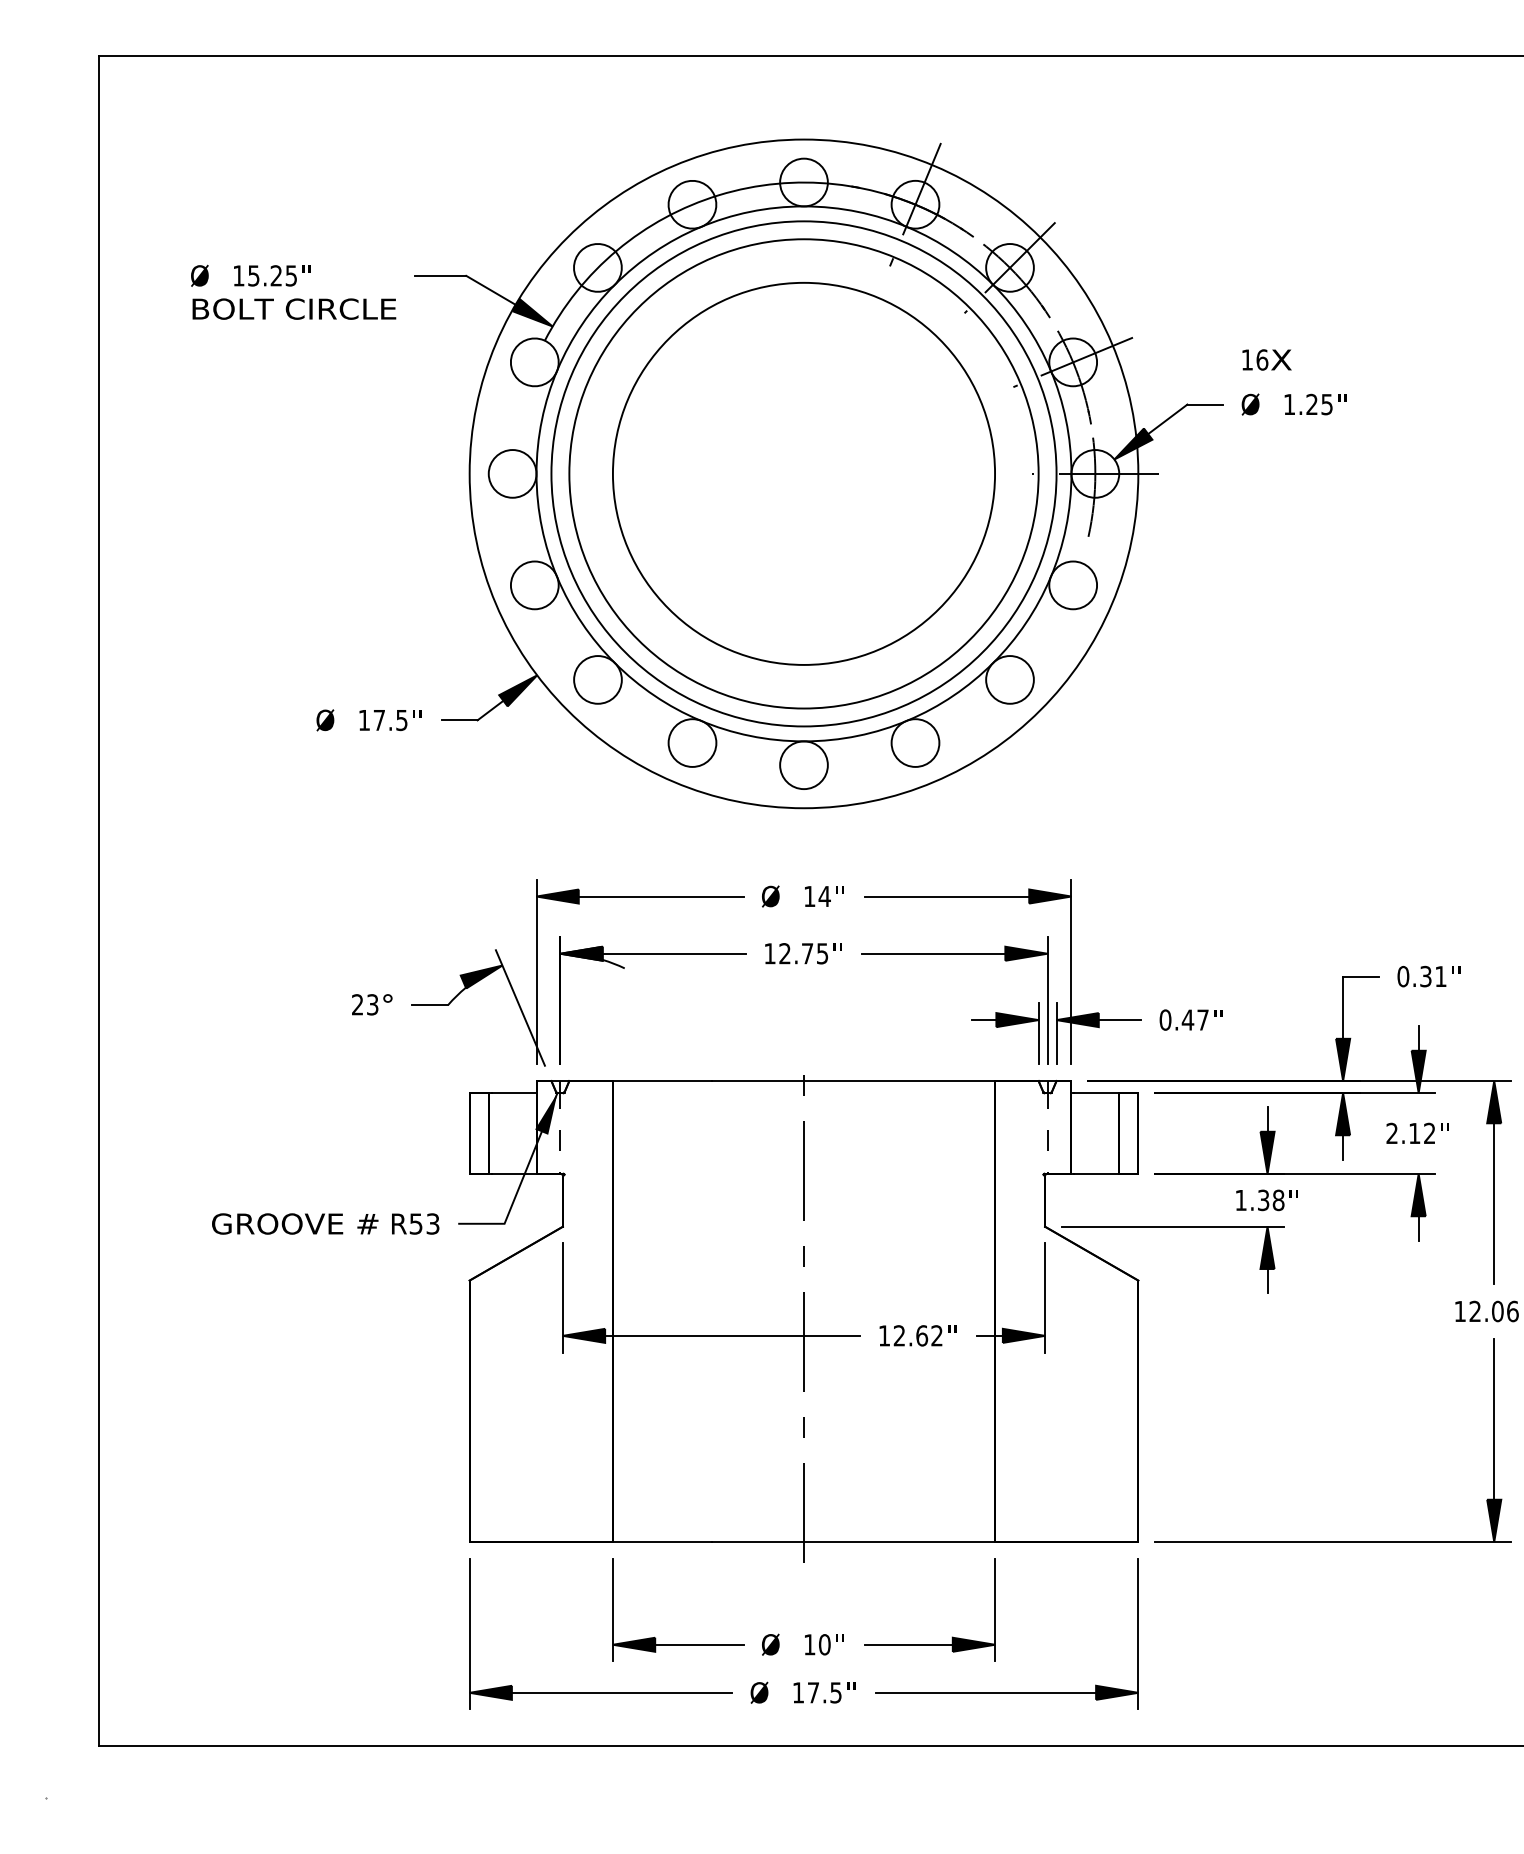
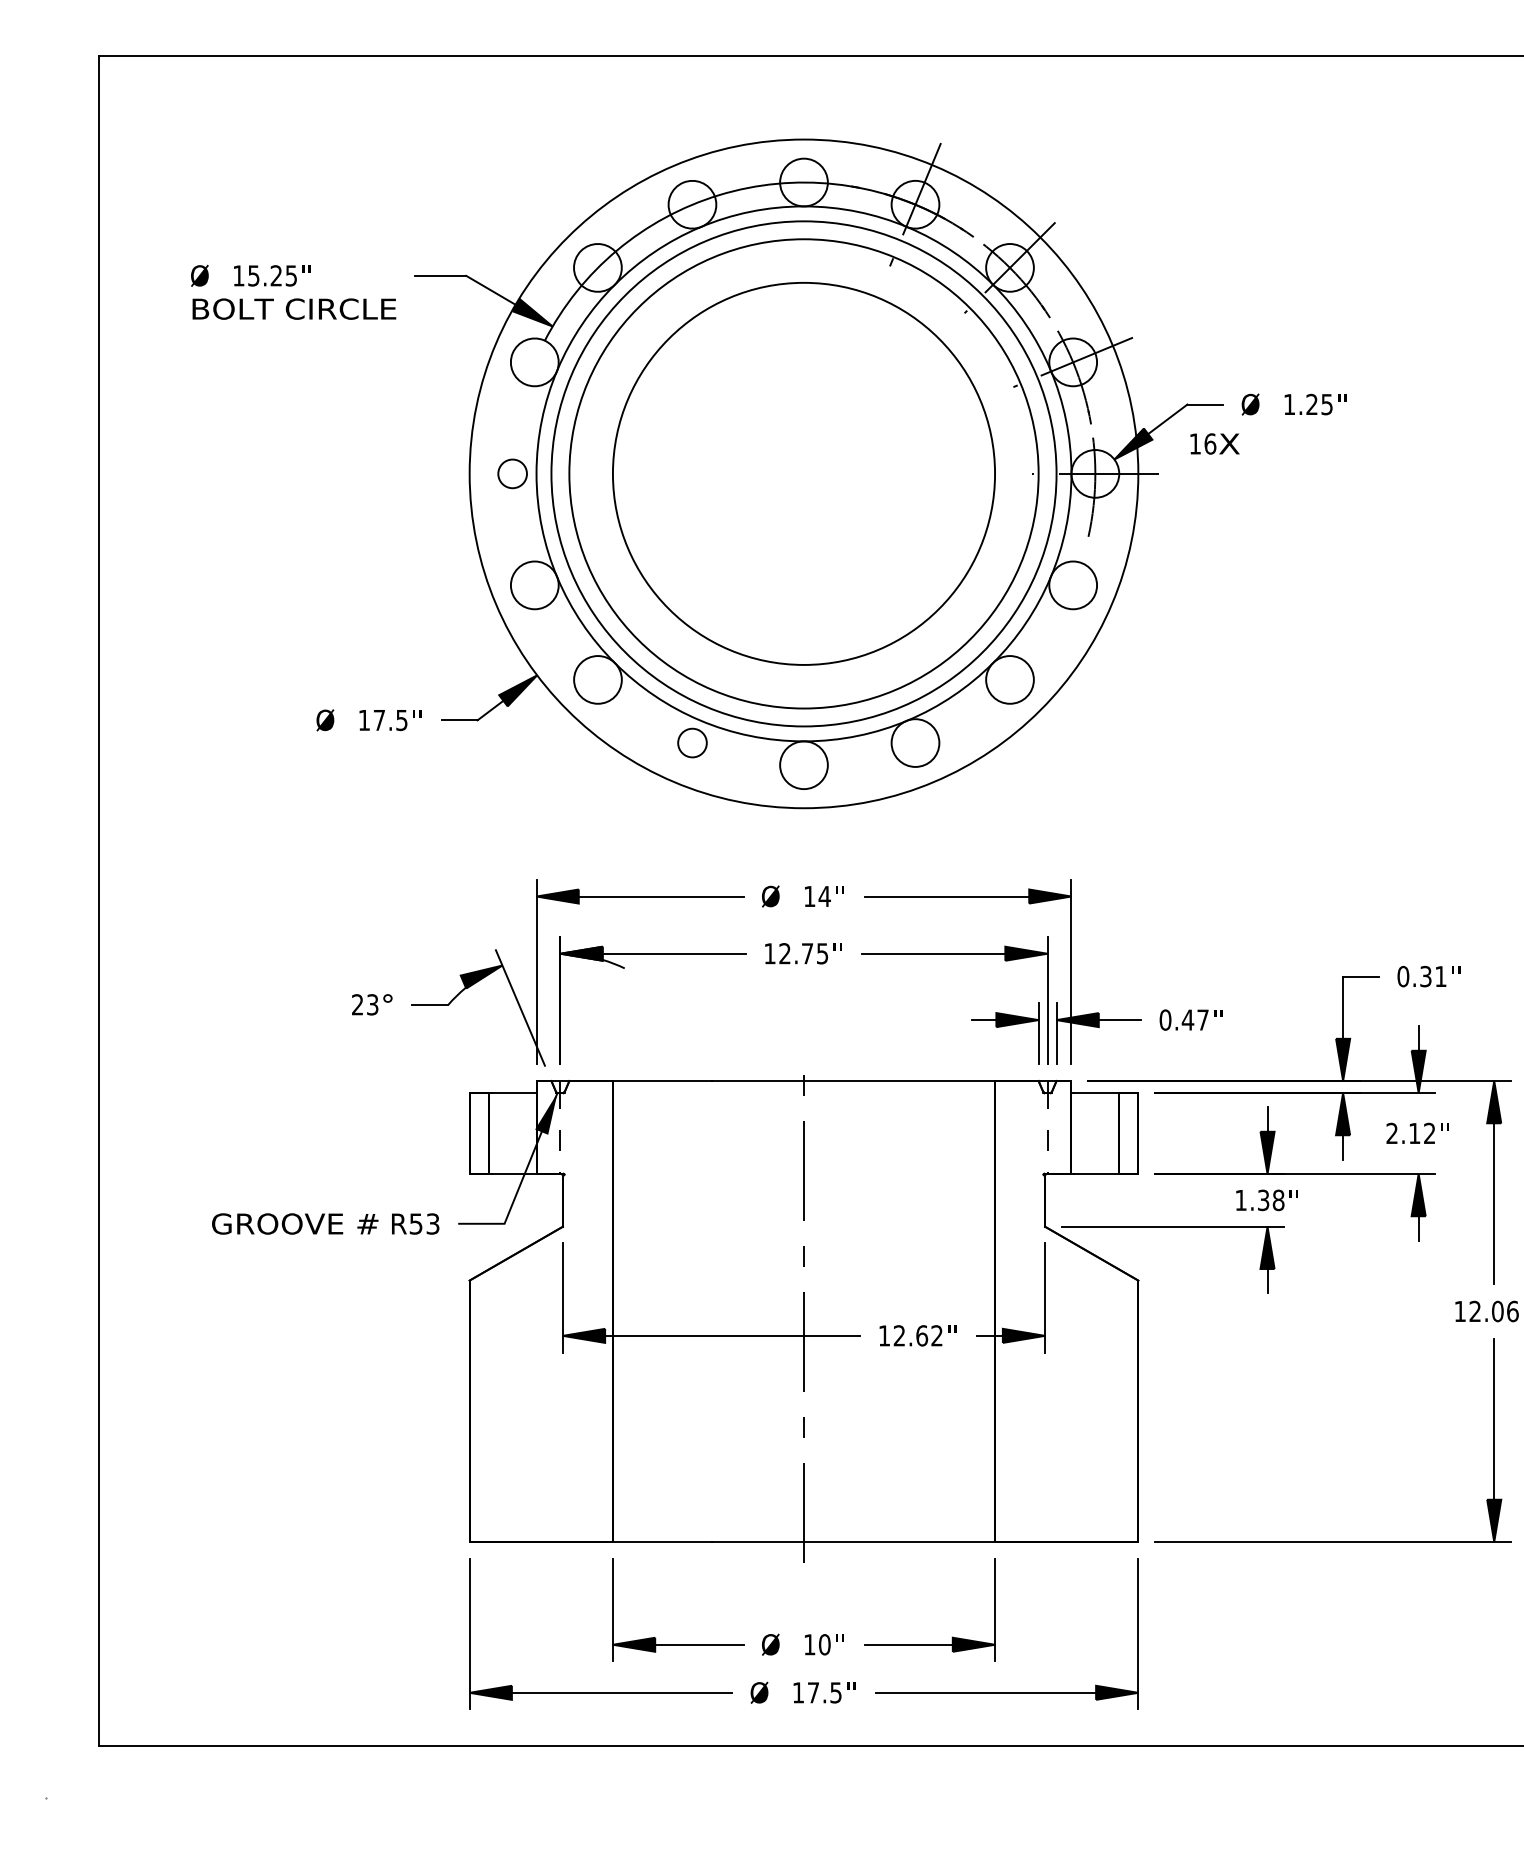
text at (1266, 359) position: (1266, 359) -> (1214, 443)
circle at (512, 473) diameter: 48 px -> 29 px
circle at (692, 742) diameter: 48 px -> 29 px
